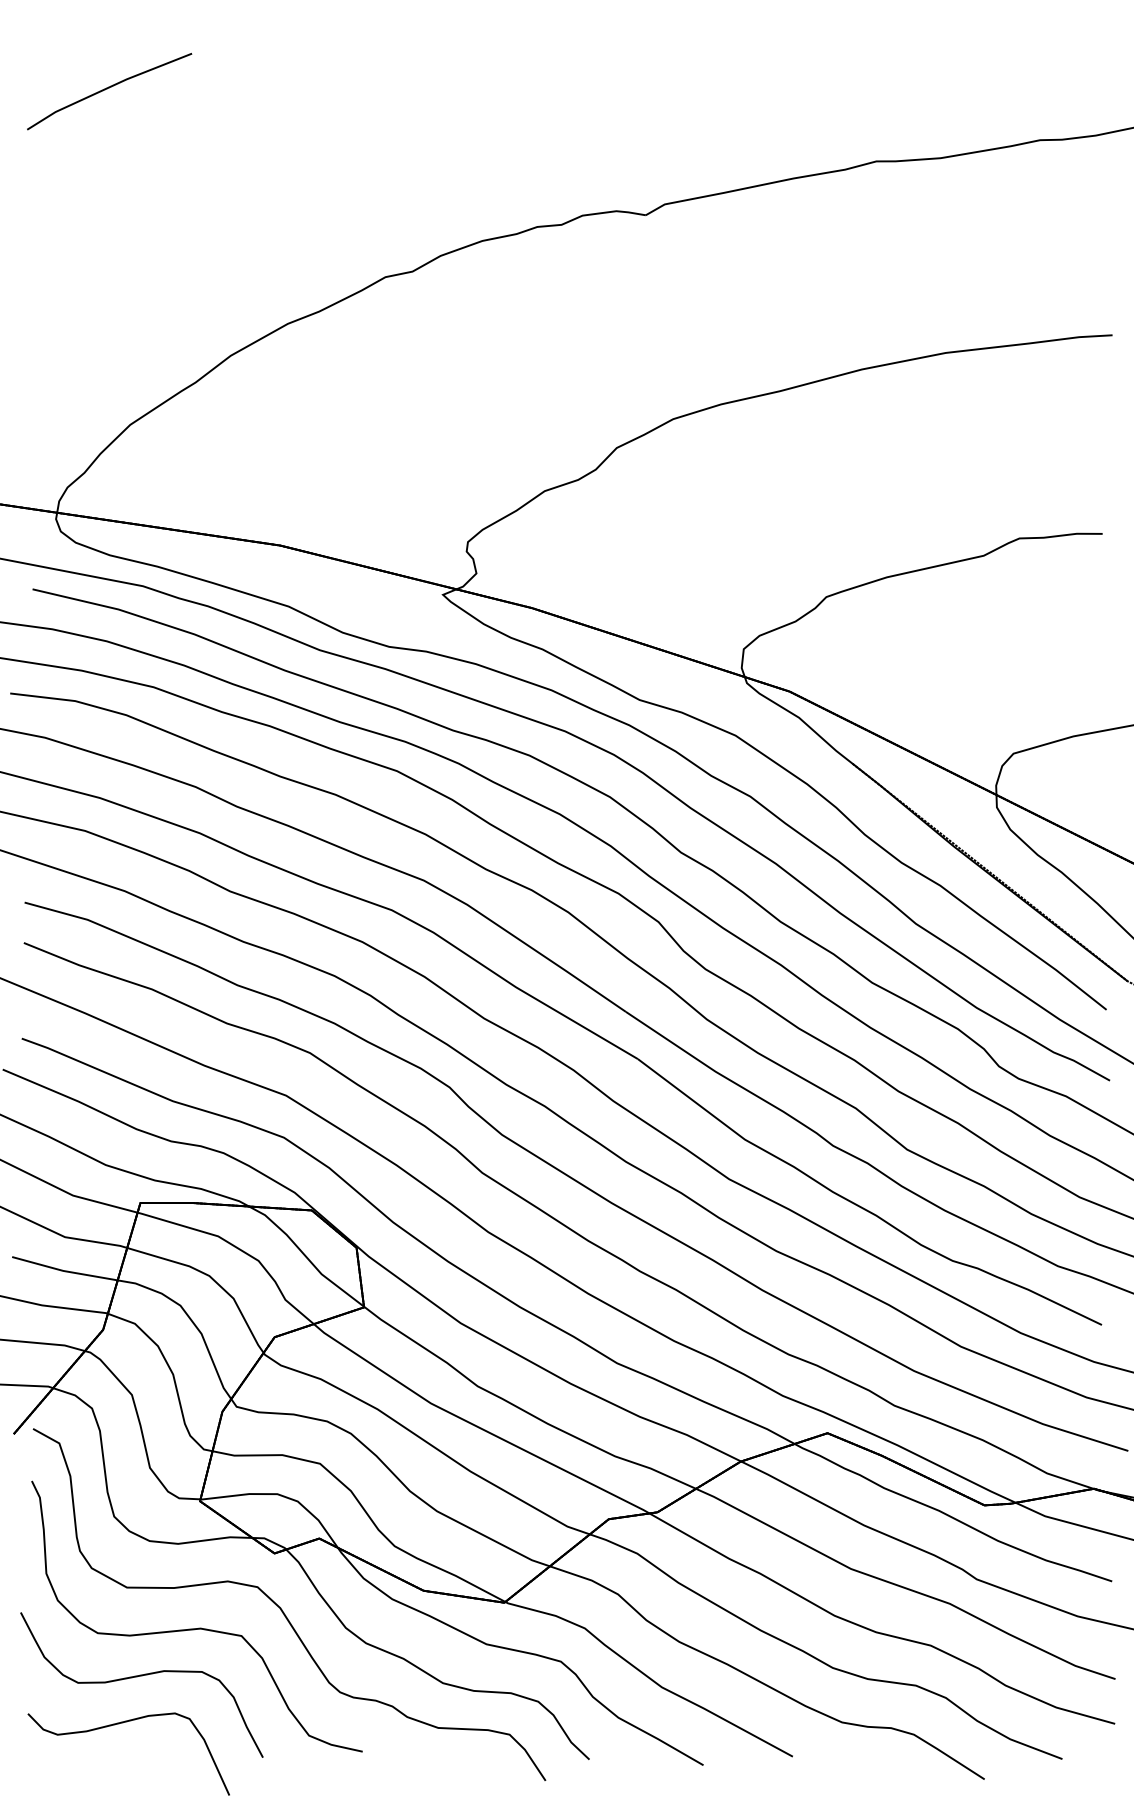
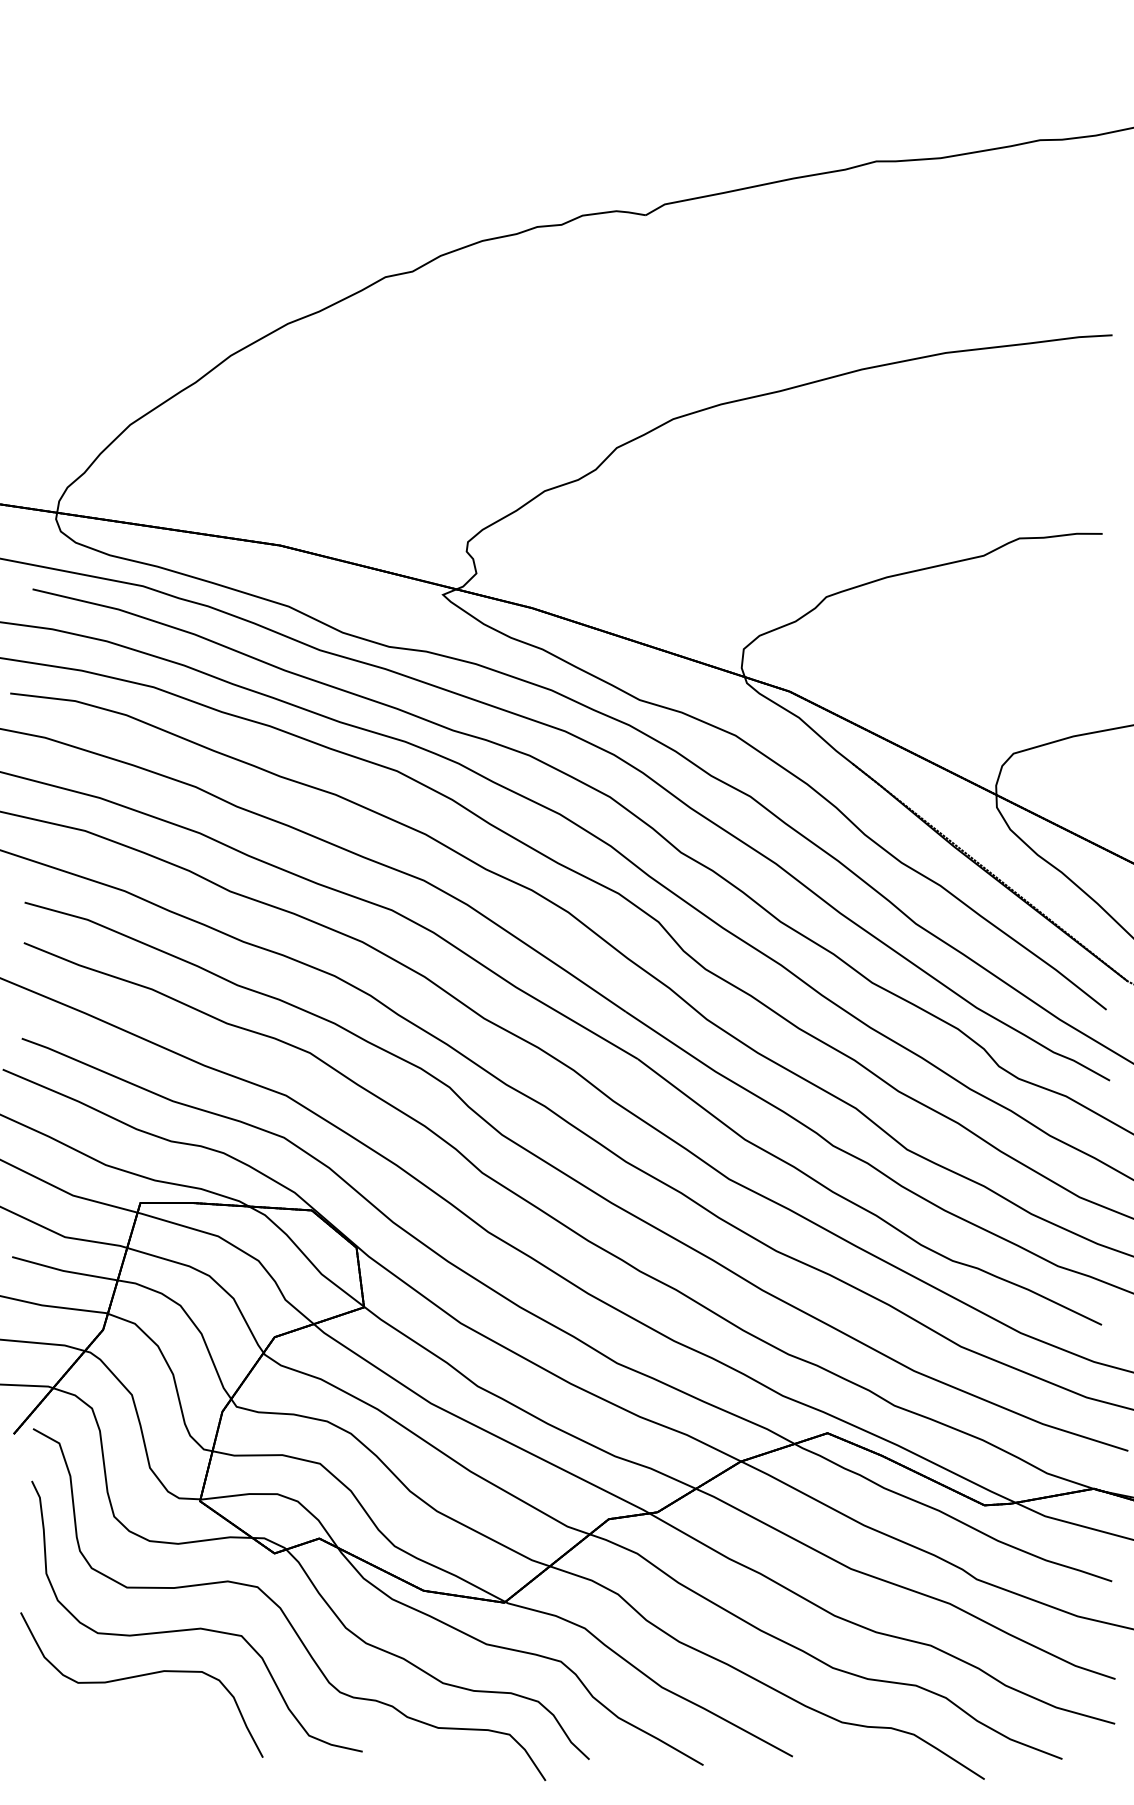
line at (107, 89): present -> none
part at (119, 1724): present -> none
